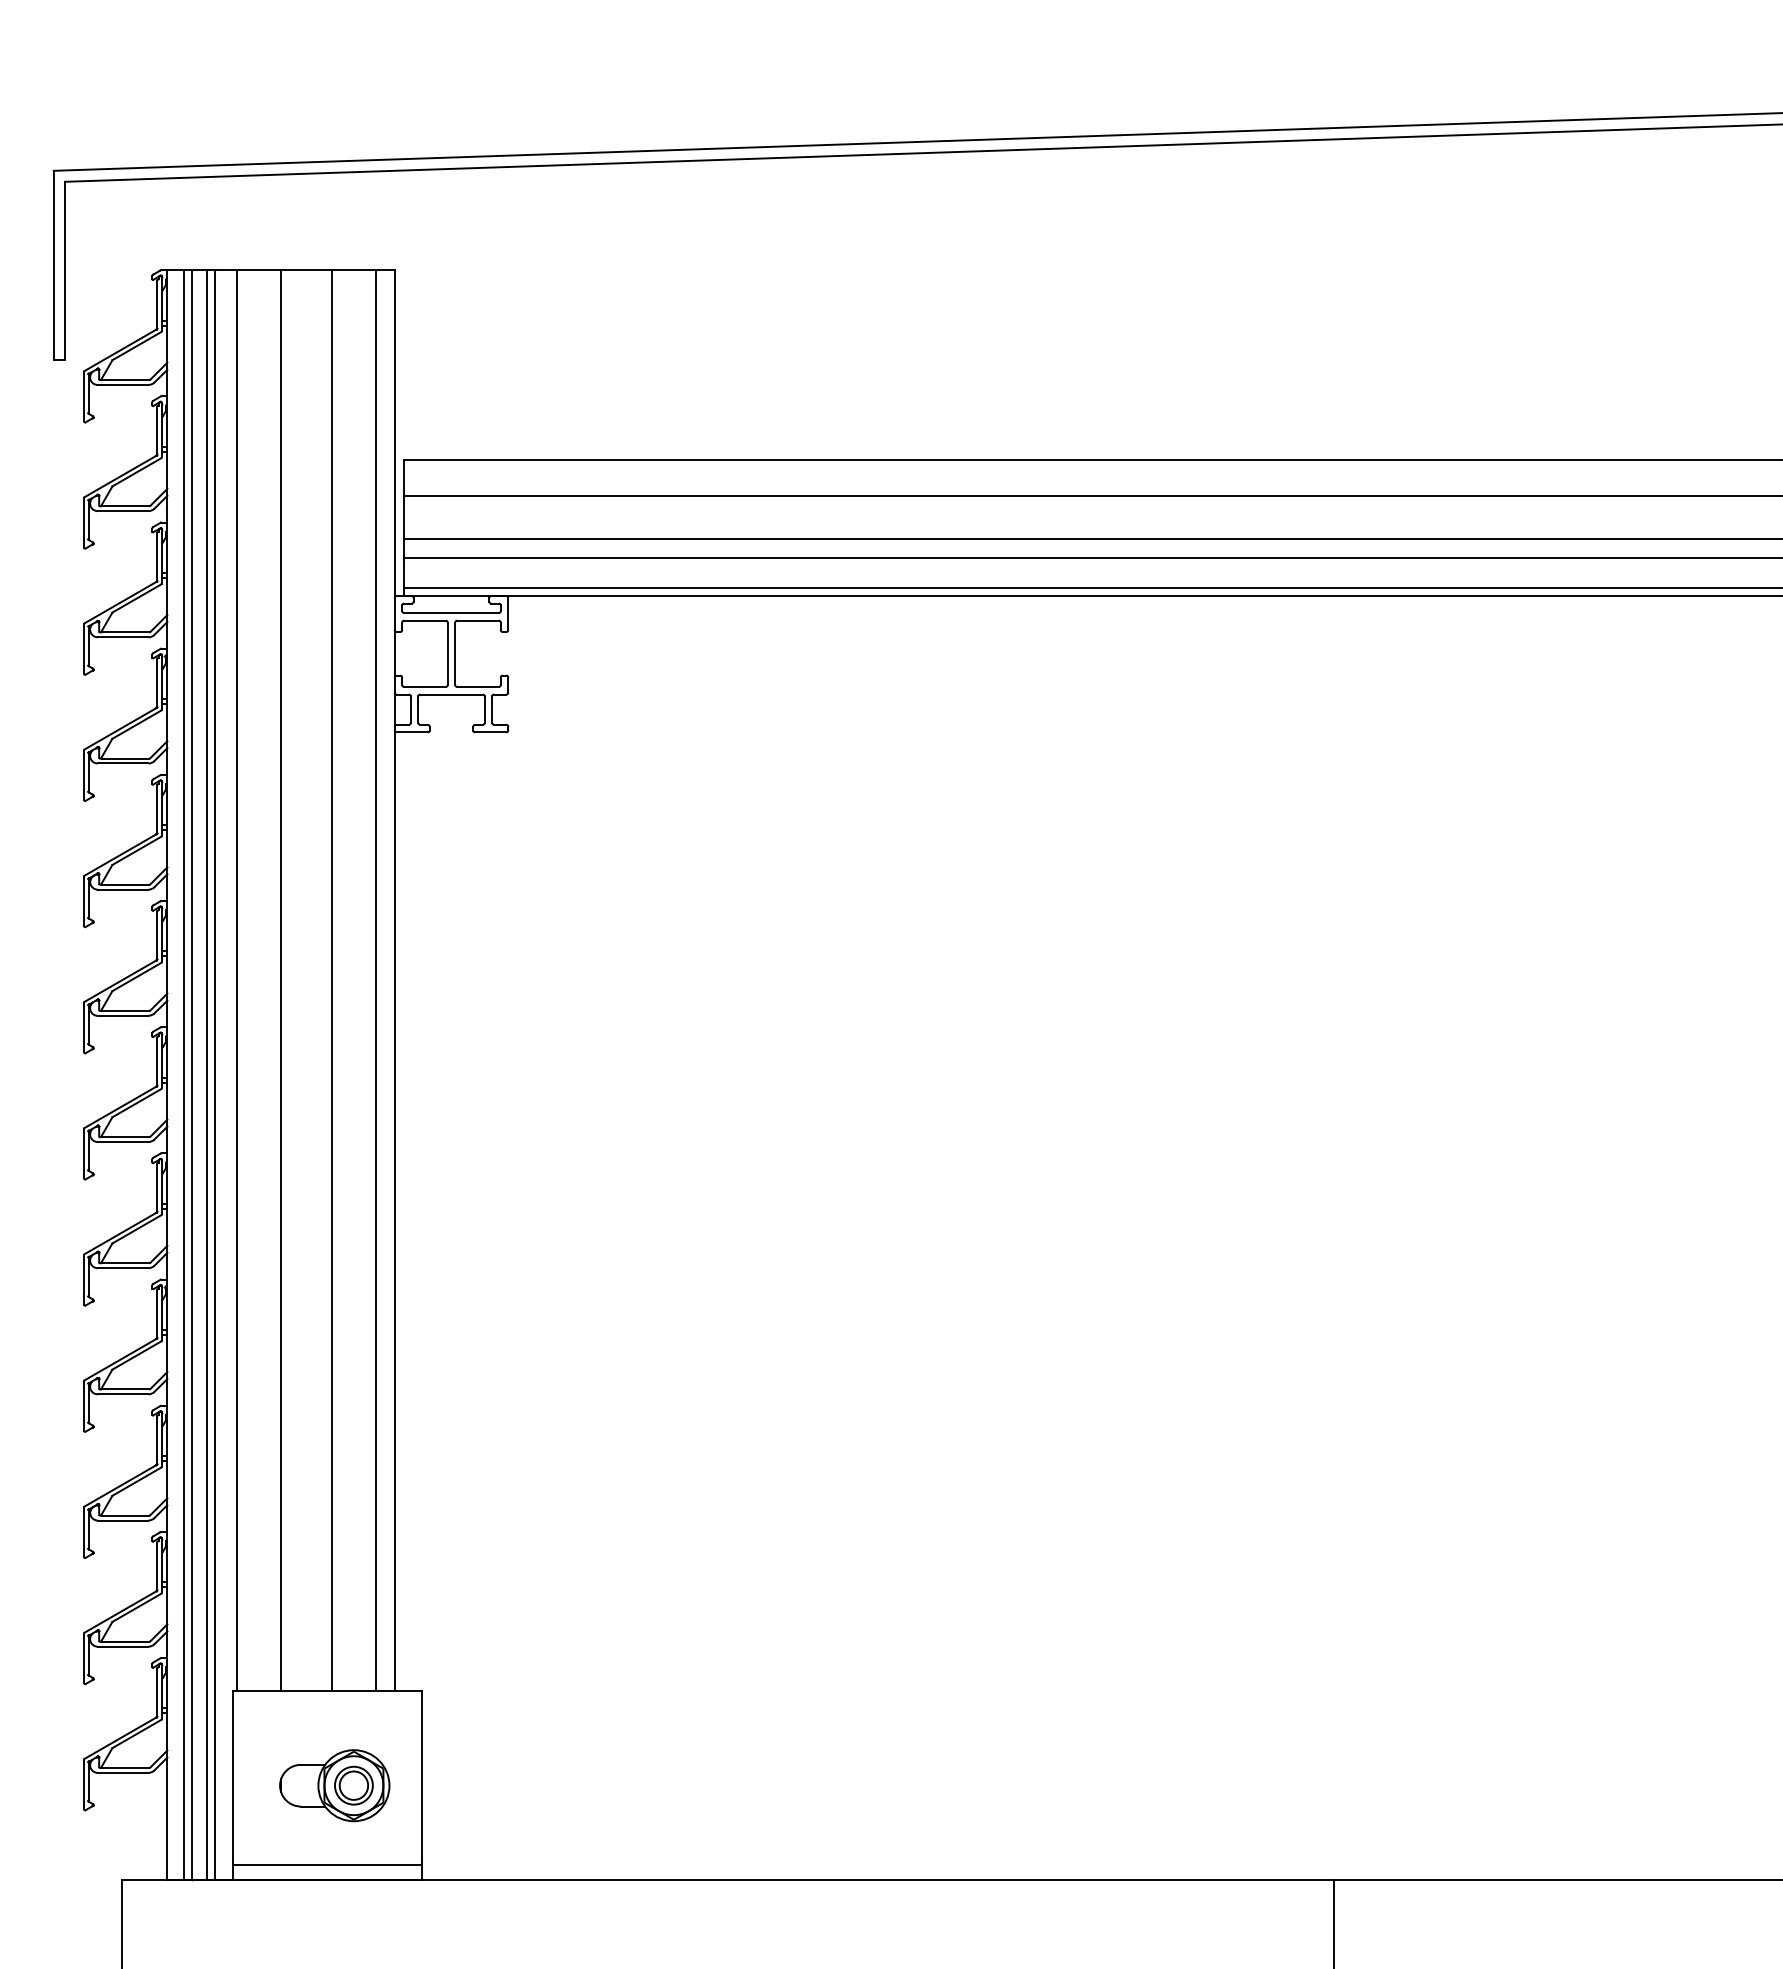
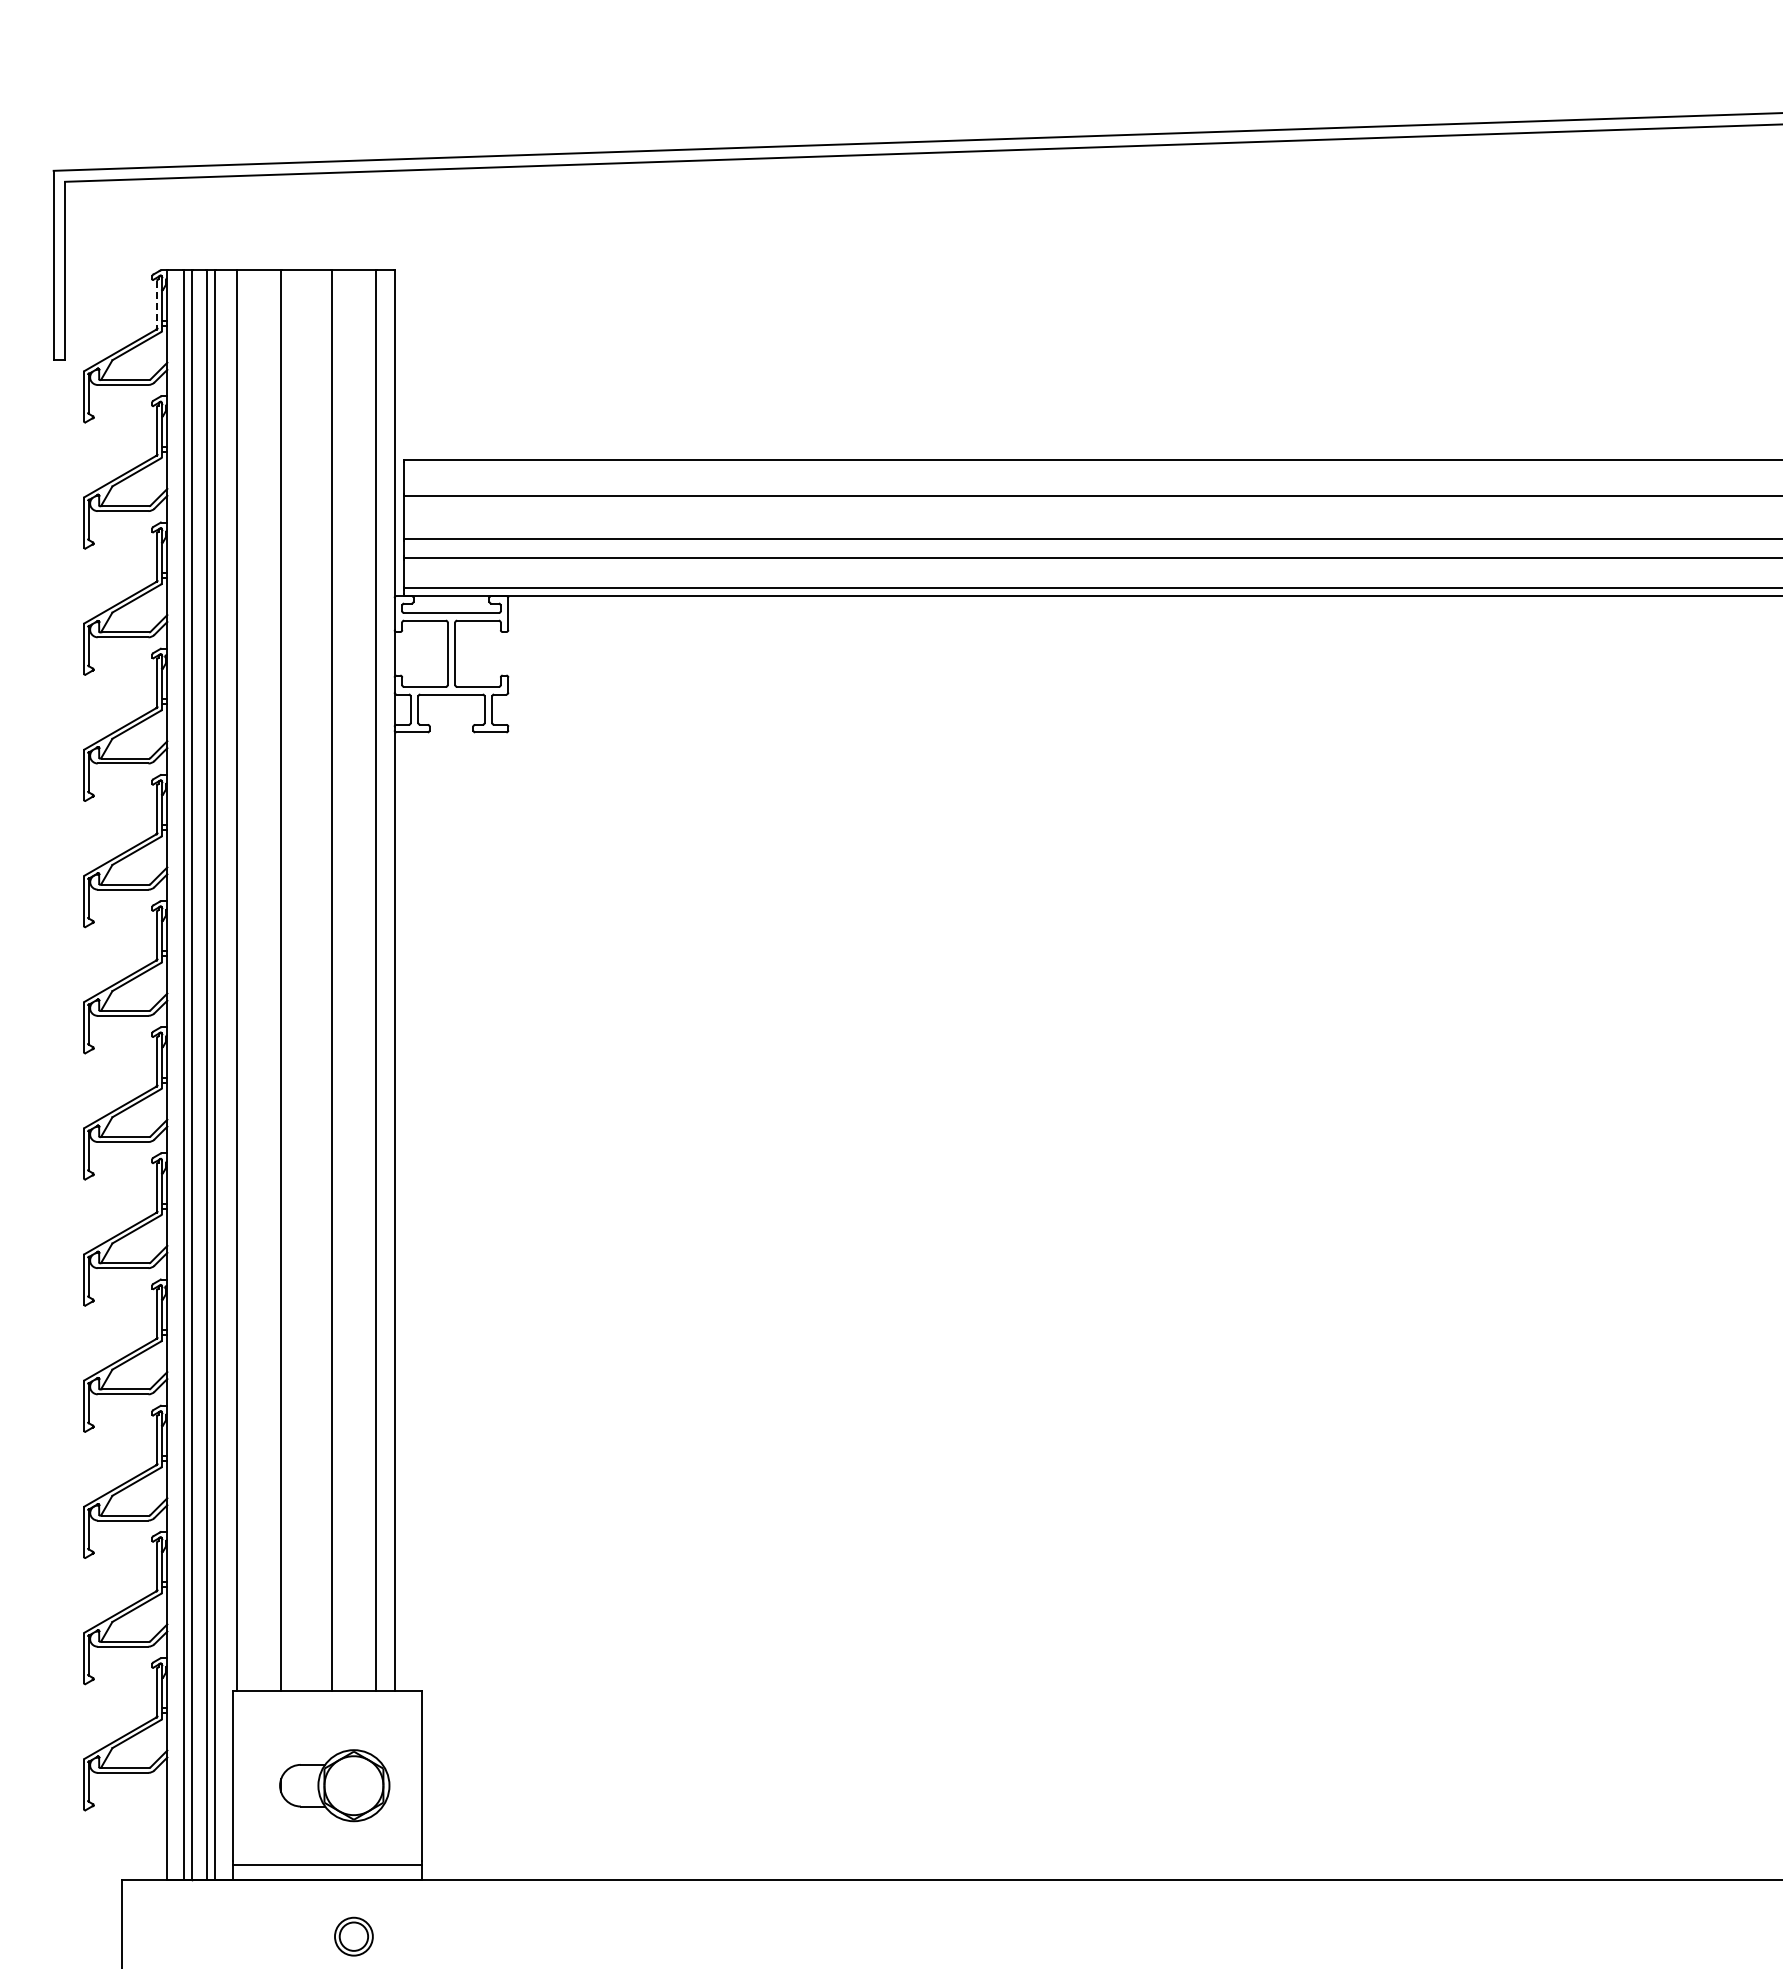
line at (157, 304): solid -> dashed
part at (353, 1785) position: (353, 1785) -> (353, 1936)
line at (1334, 1922): present -> none
